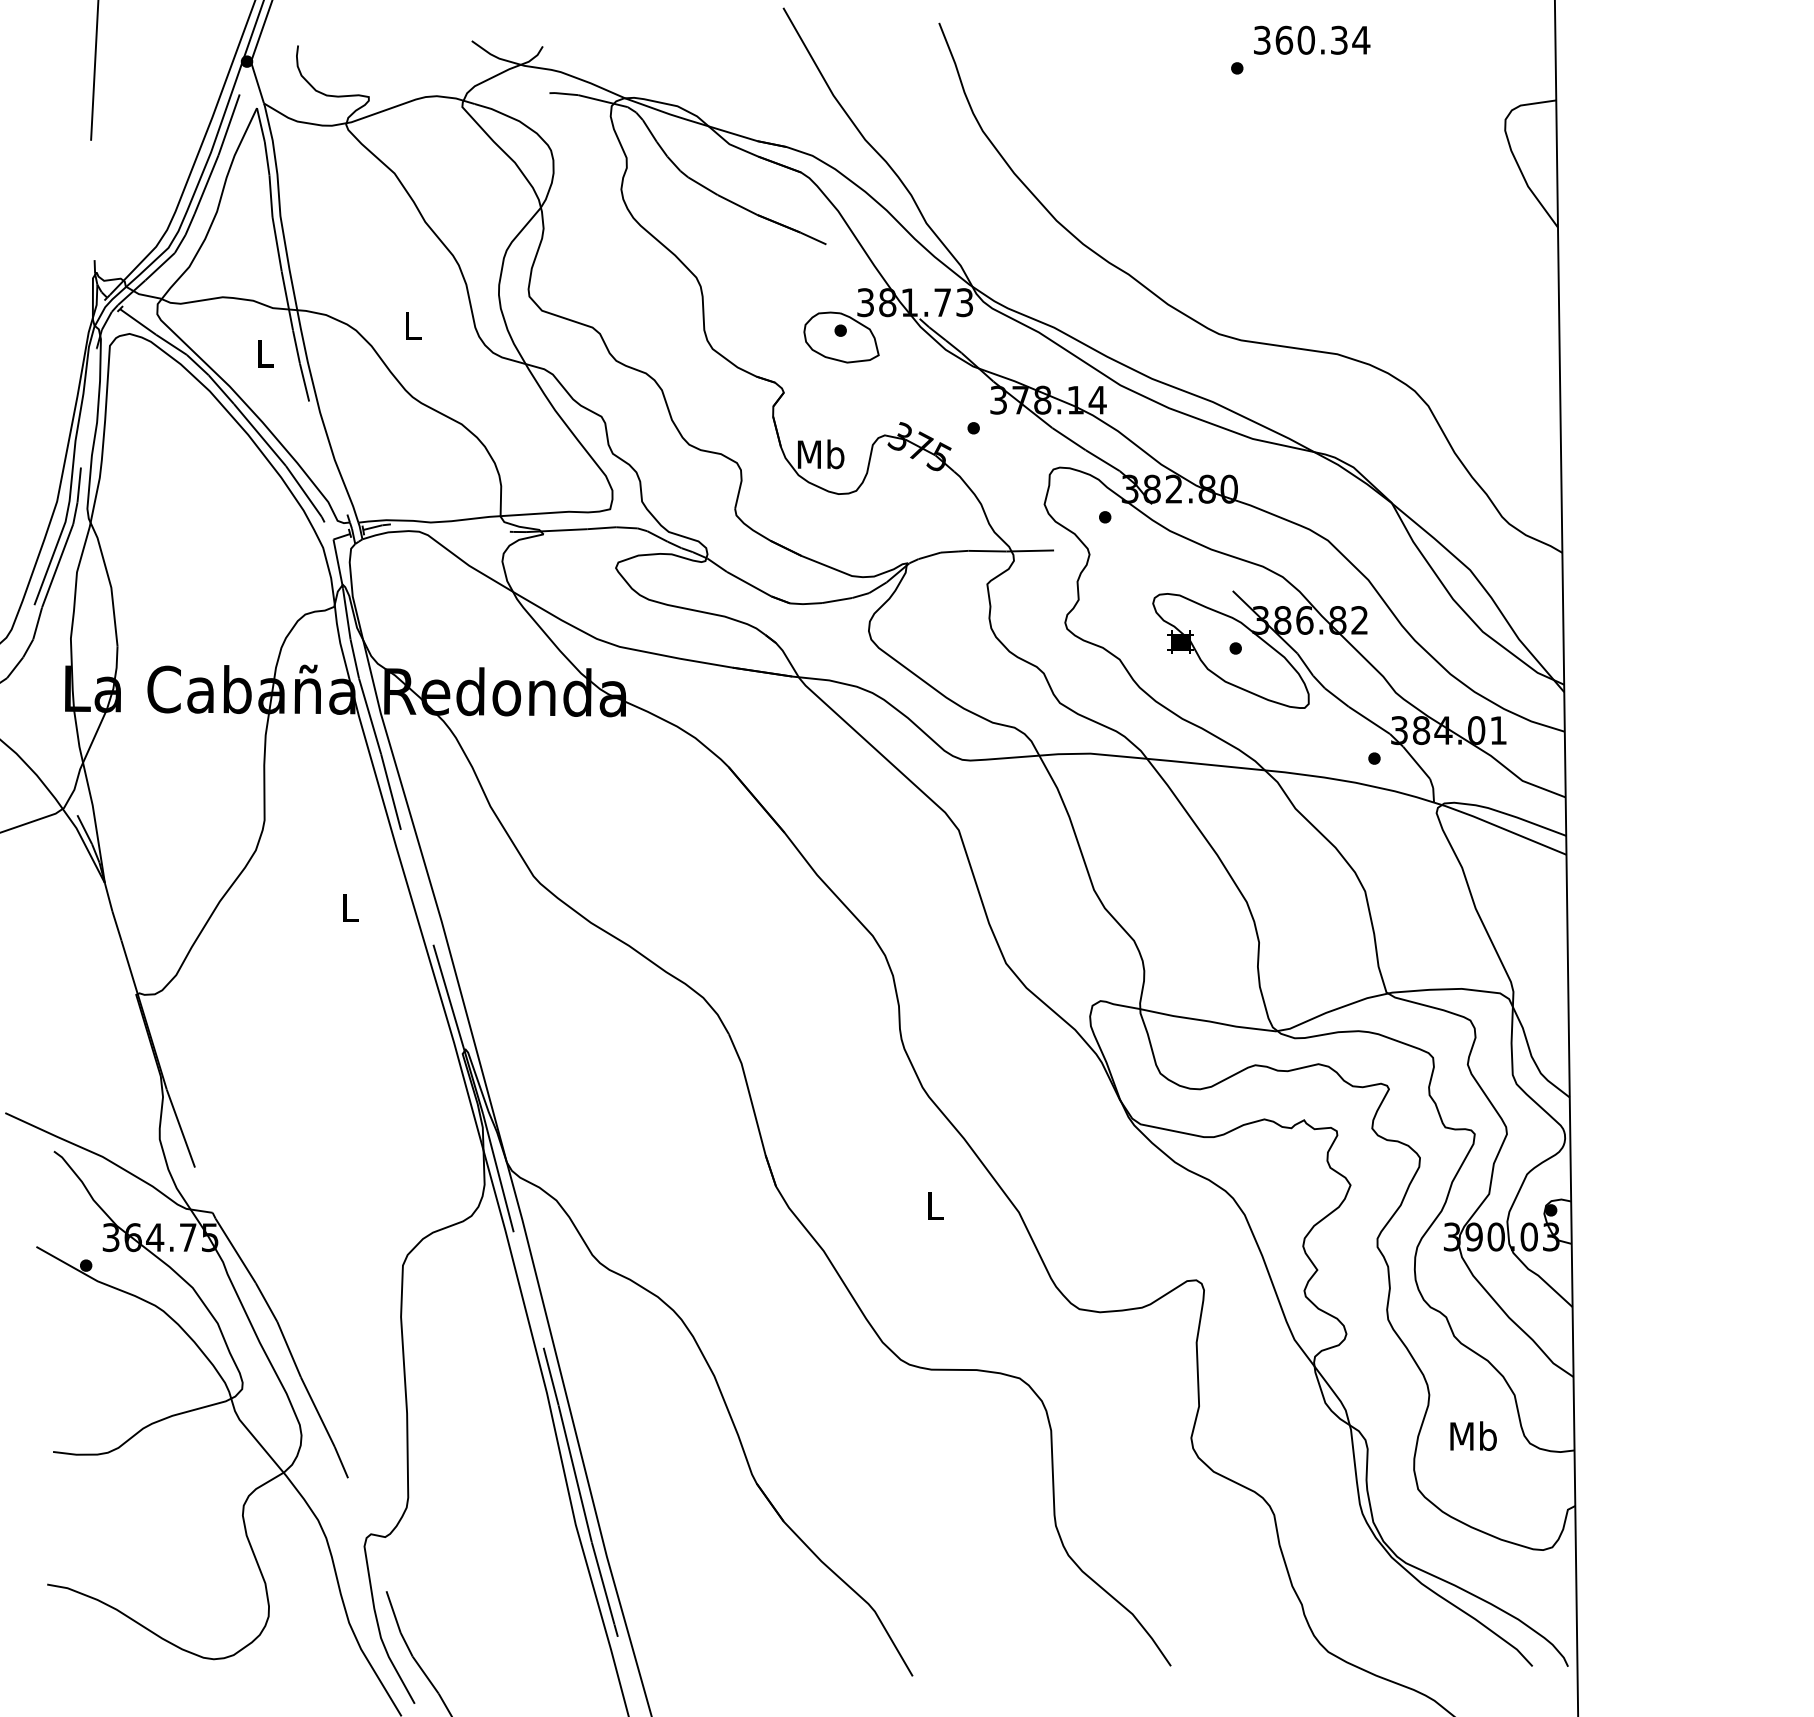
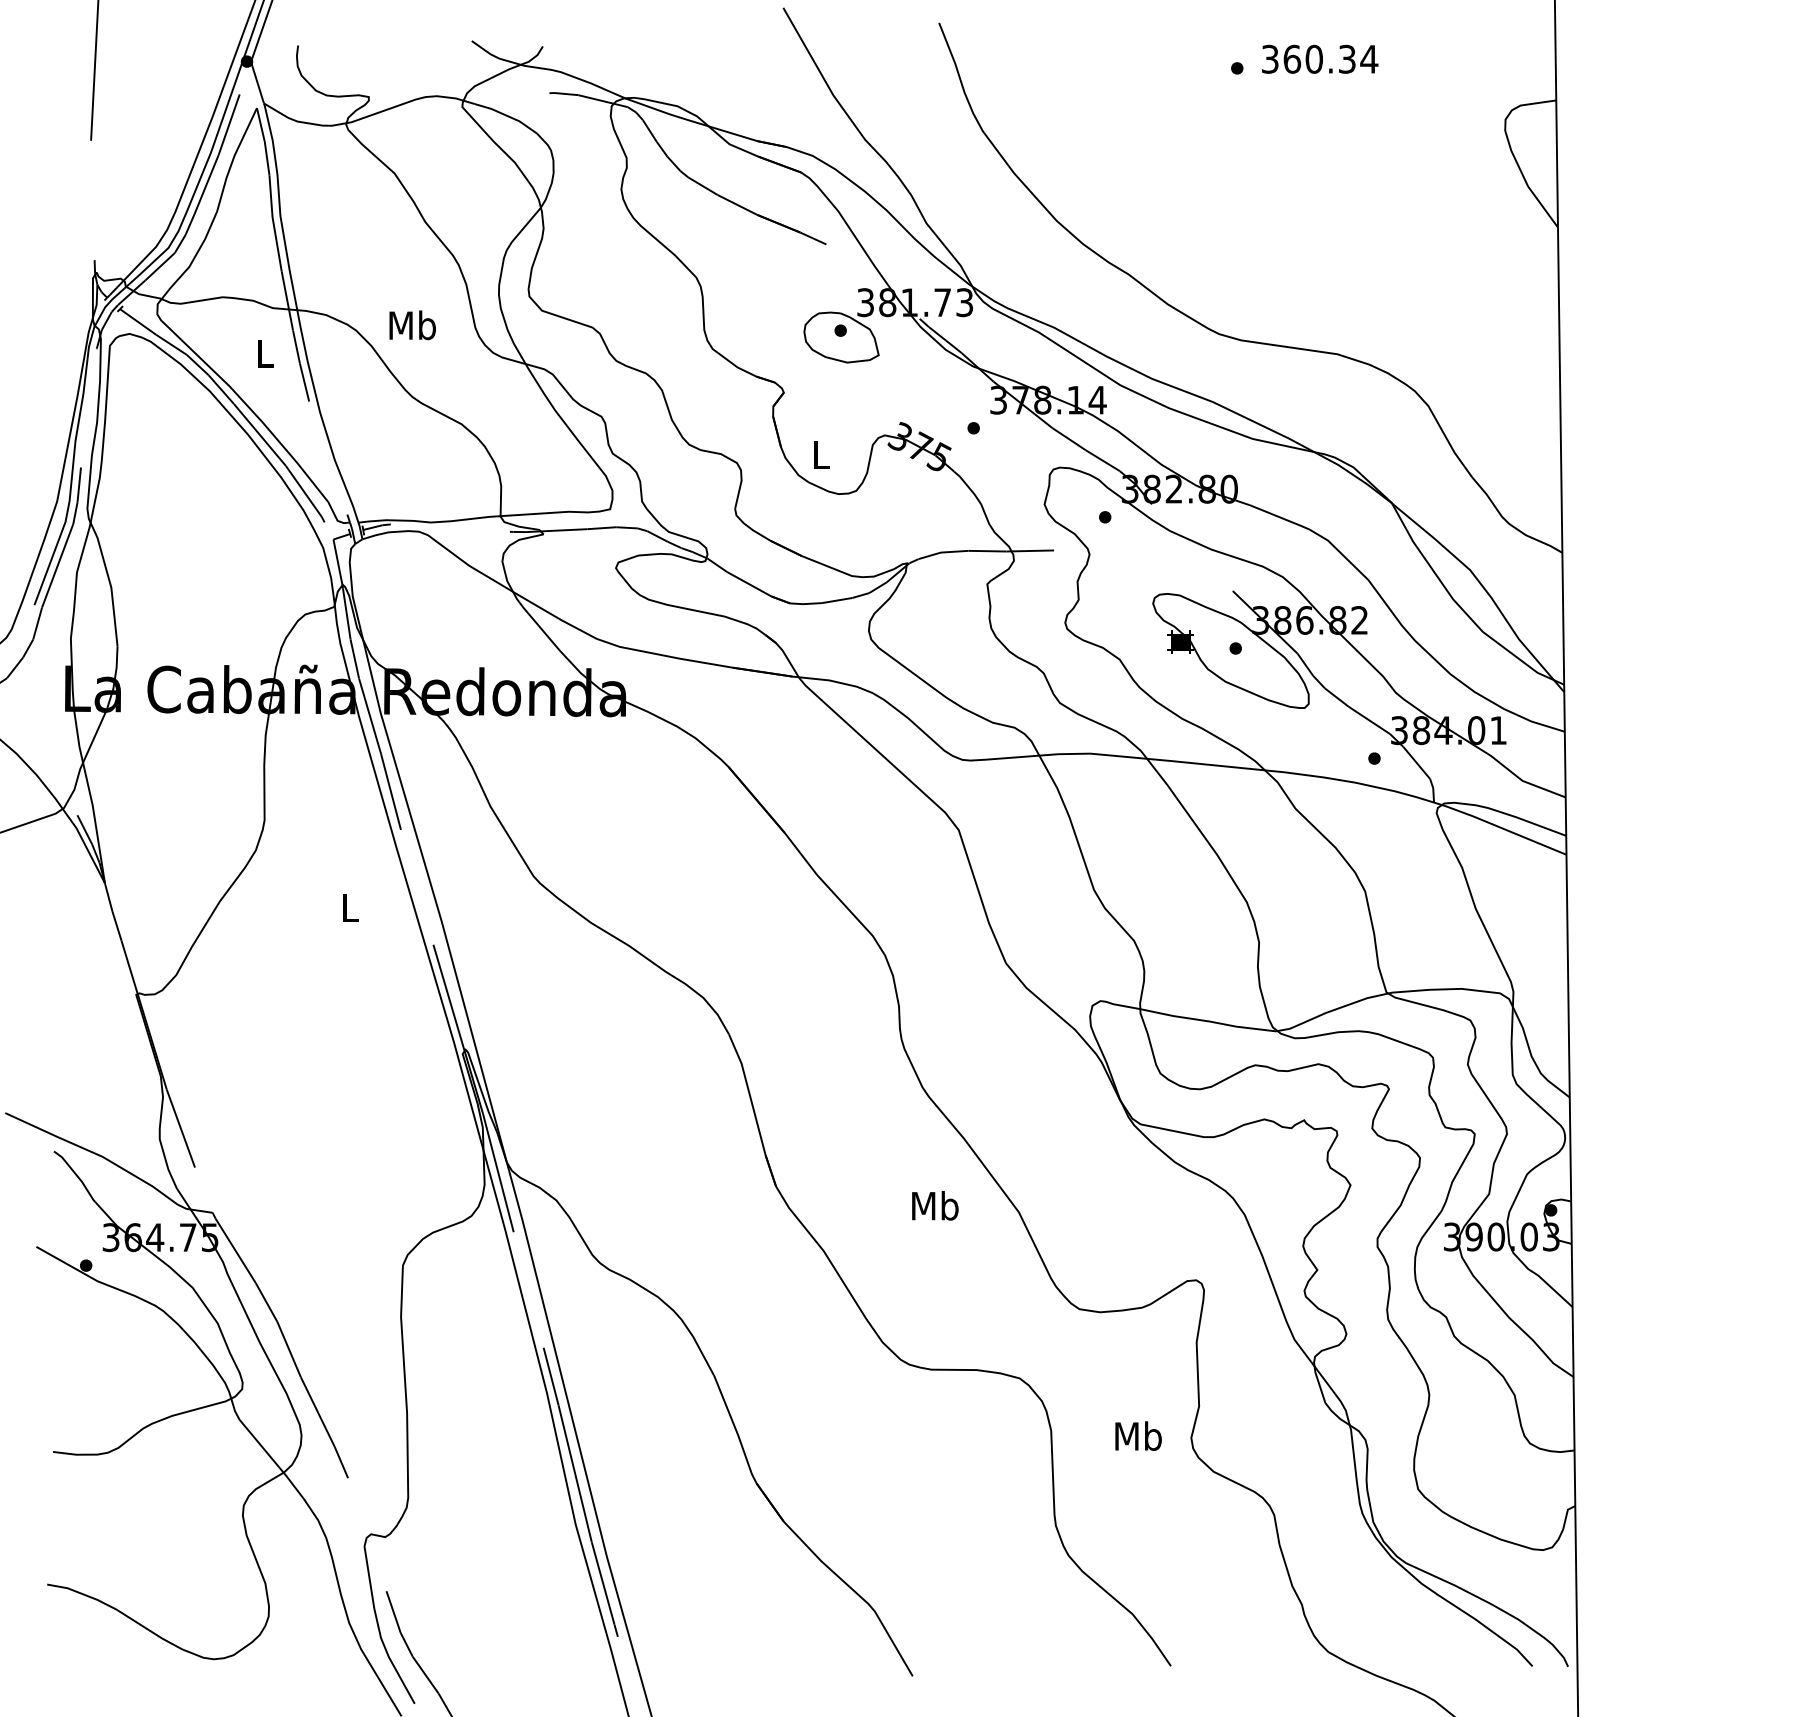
text at (1312, 39) position: (1312, 39) -> (1320, 58)
text at (412, 325): L -> Mb
text at (821, 454): Mb -> L
text at (935, 1205): L -> Mb
text at (1473, 1435) position: (1473, 1435) -> (1138, 1435)
